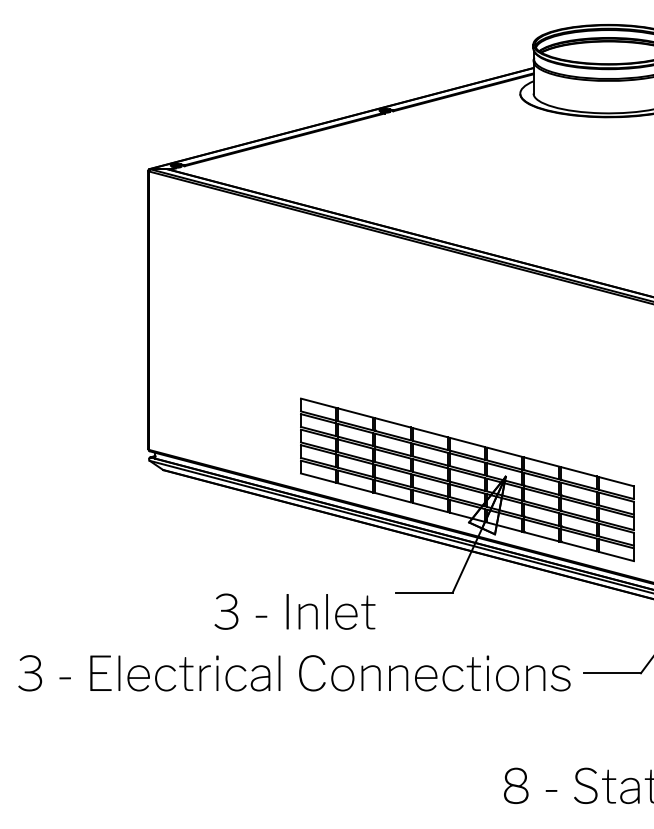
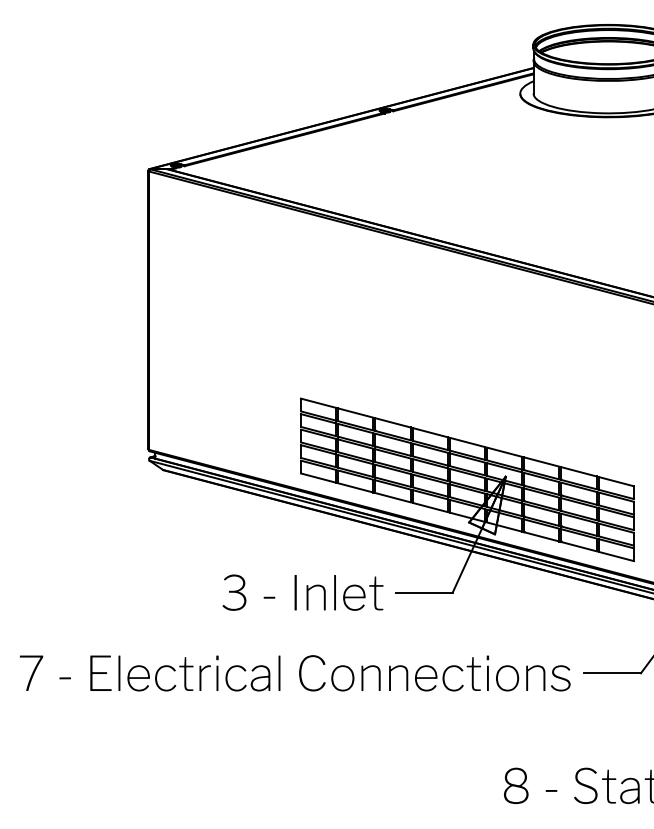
text at (294, 611) position: (294, 611) -> (302, 592)
text at (30, 673): 3 -> 7
